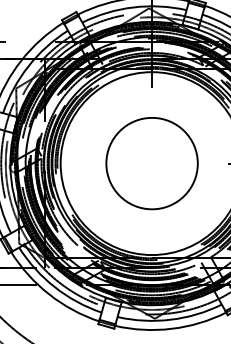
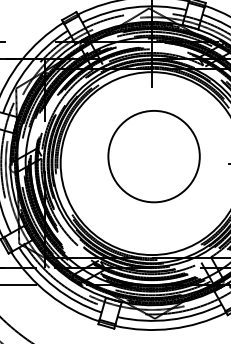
circle at (151, 163) position: (151, 163) -> (153, 156)
